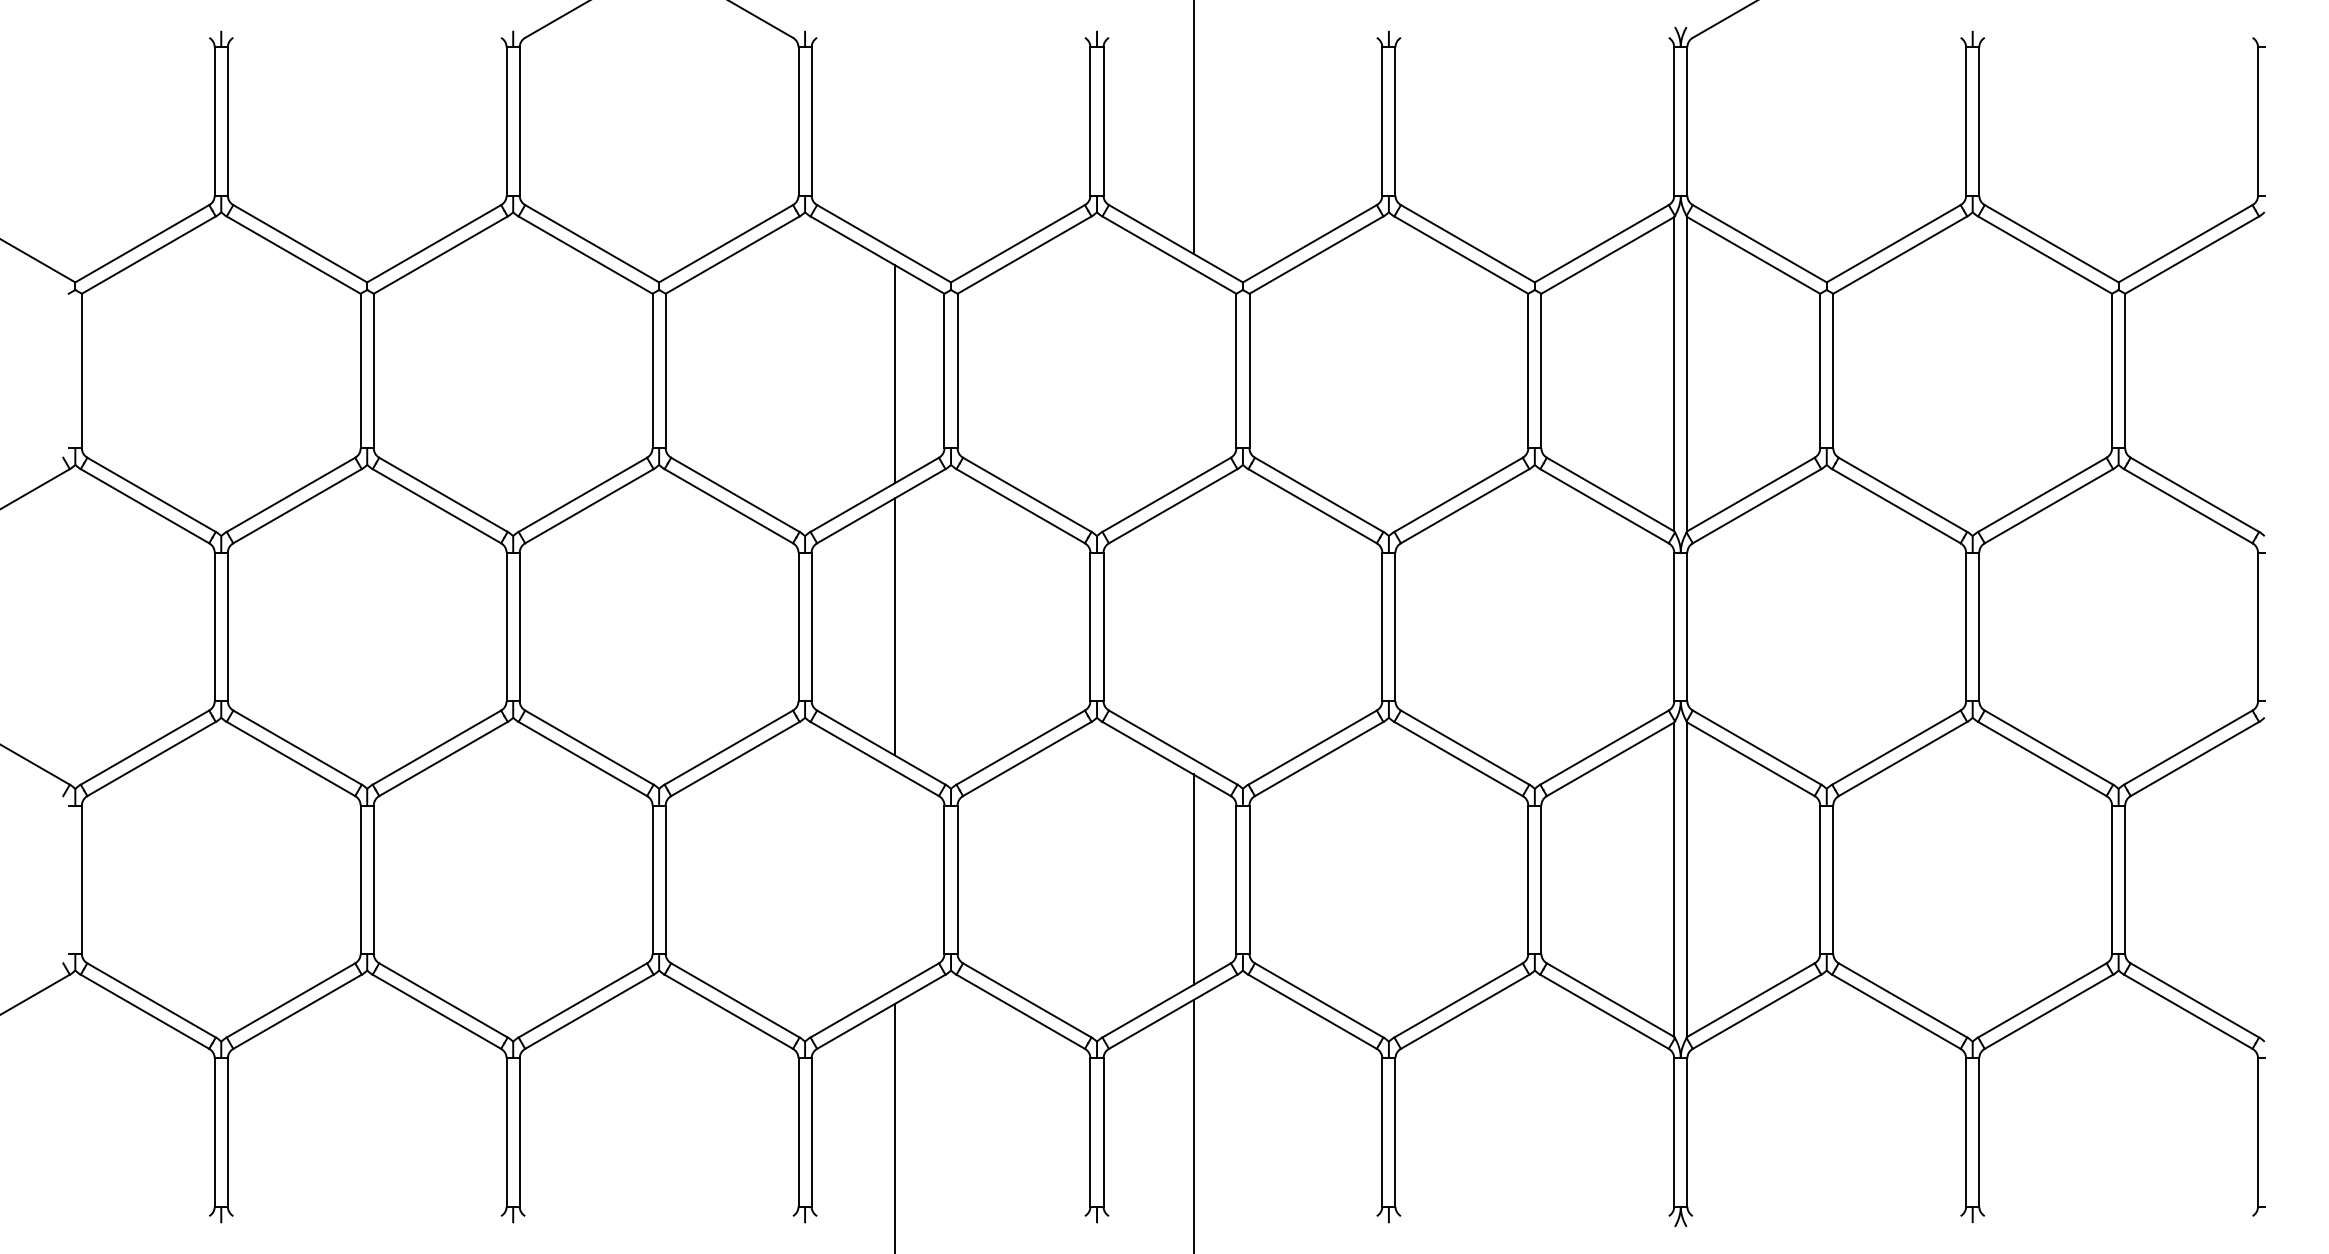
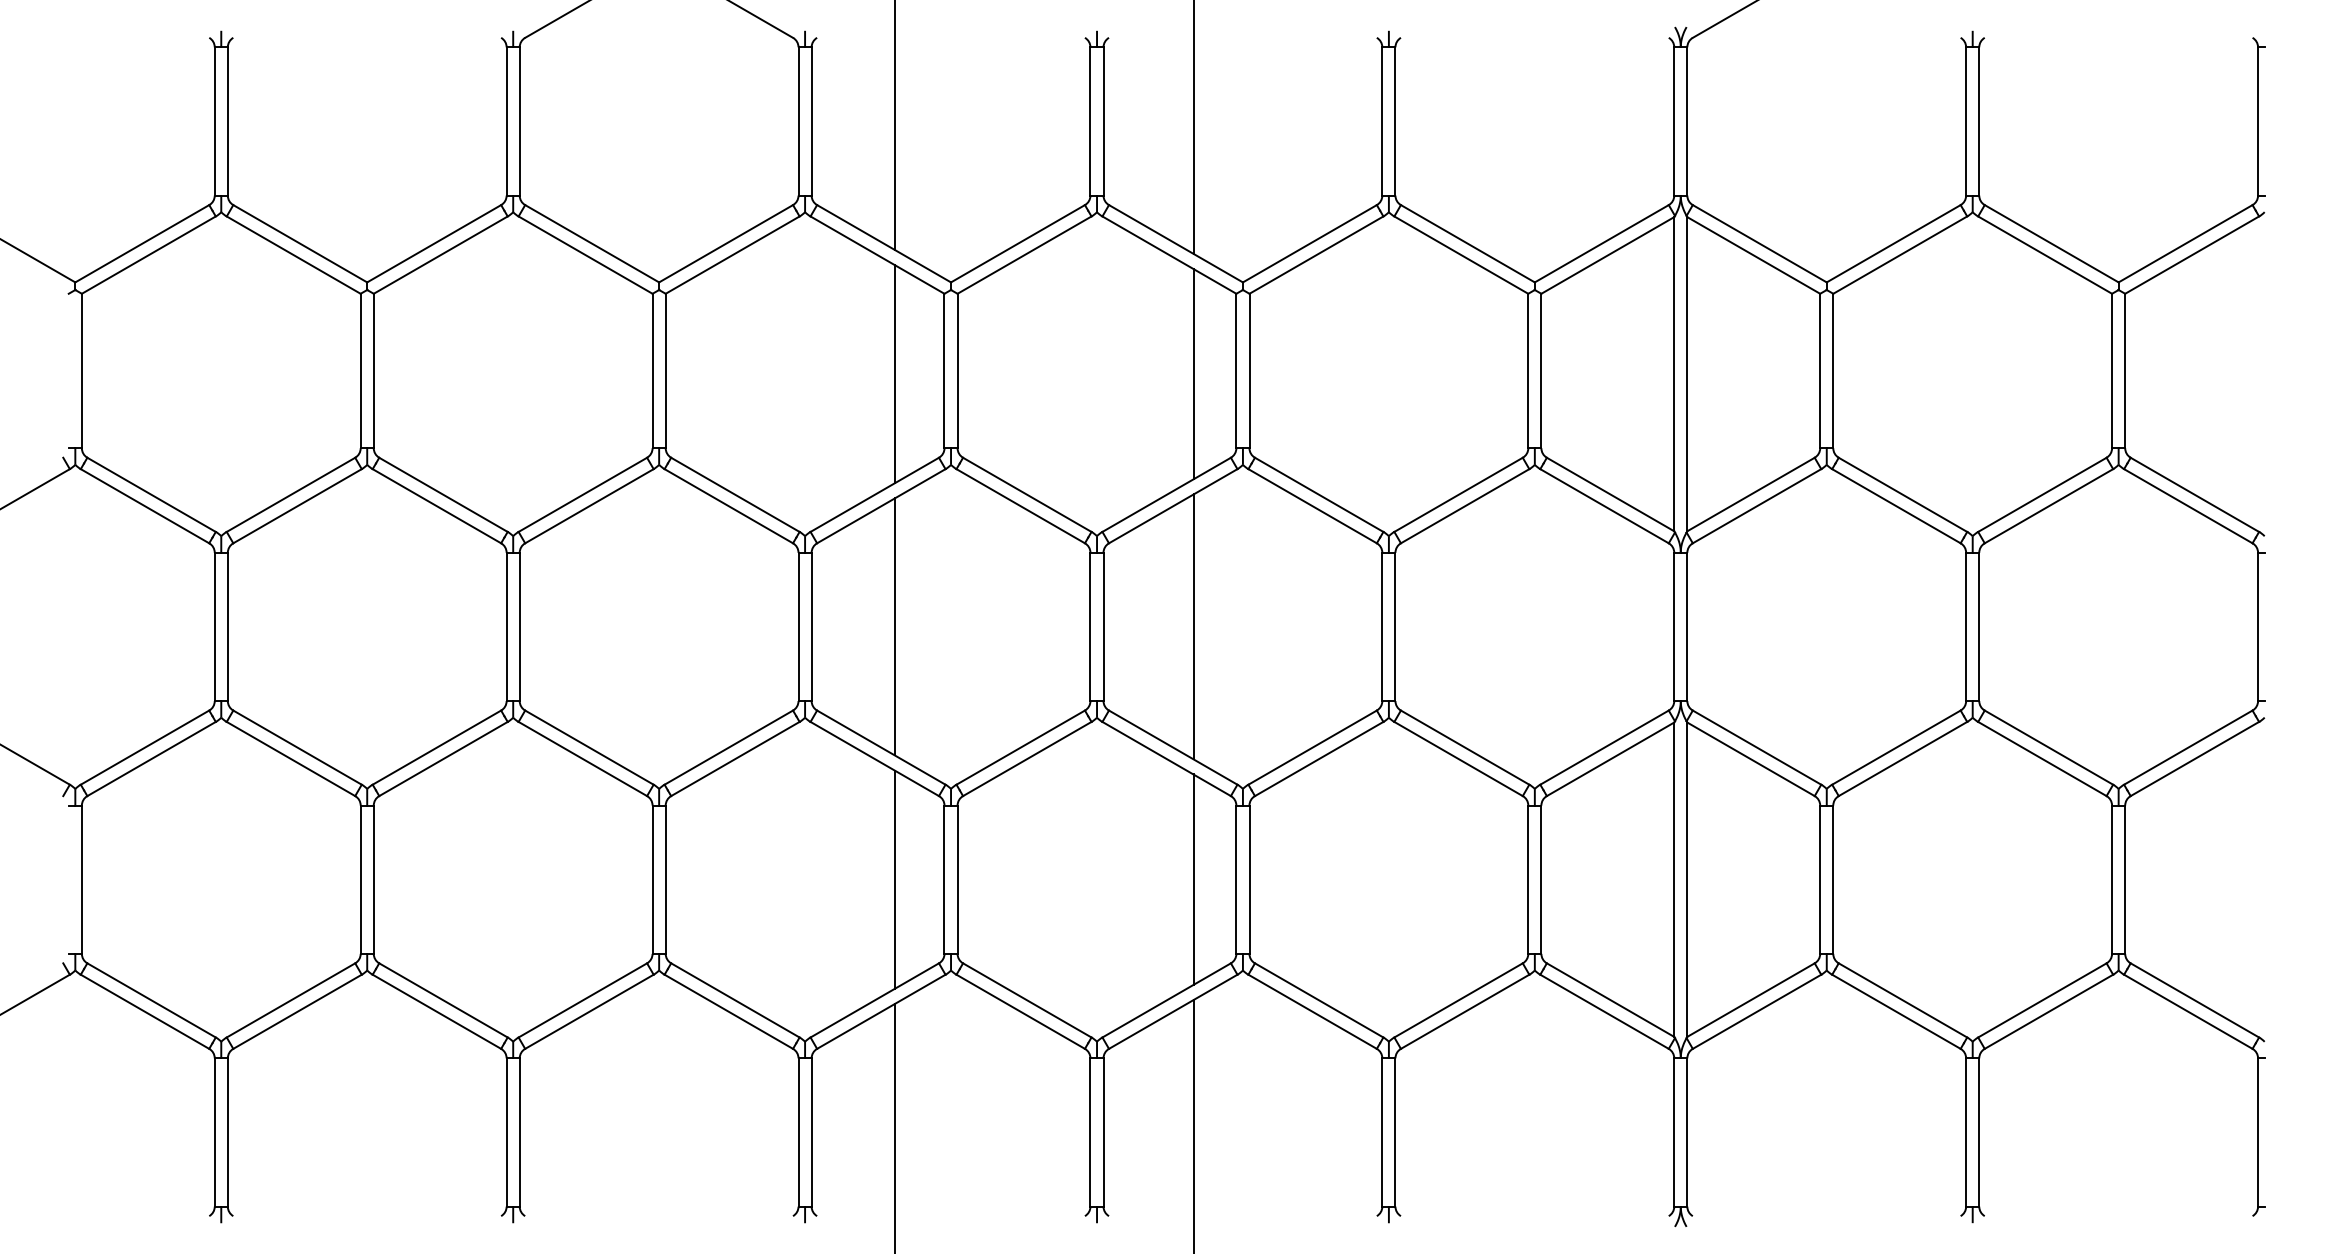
line at (894, 125): none -> present
line at (1193, 374): none -> present
line at (1193, 626): none -> present
line at (894, 879): none -> present
